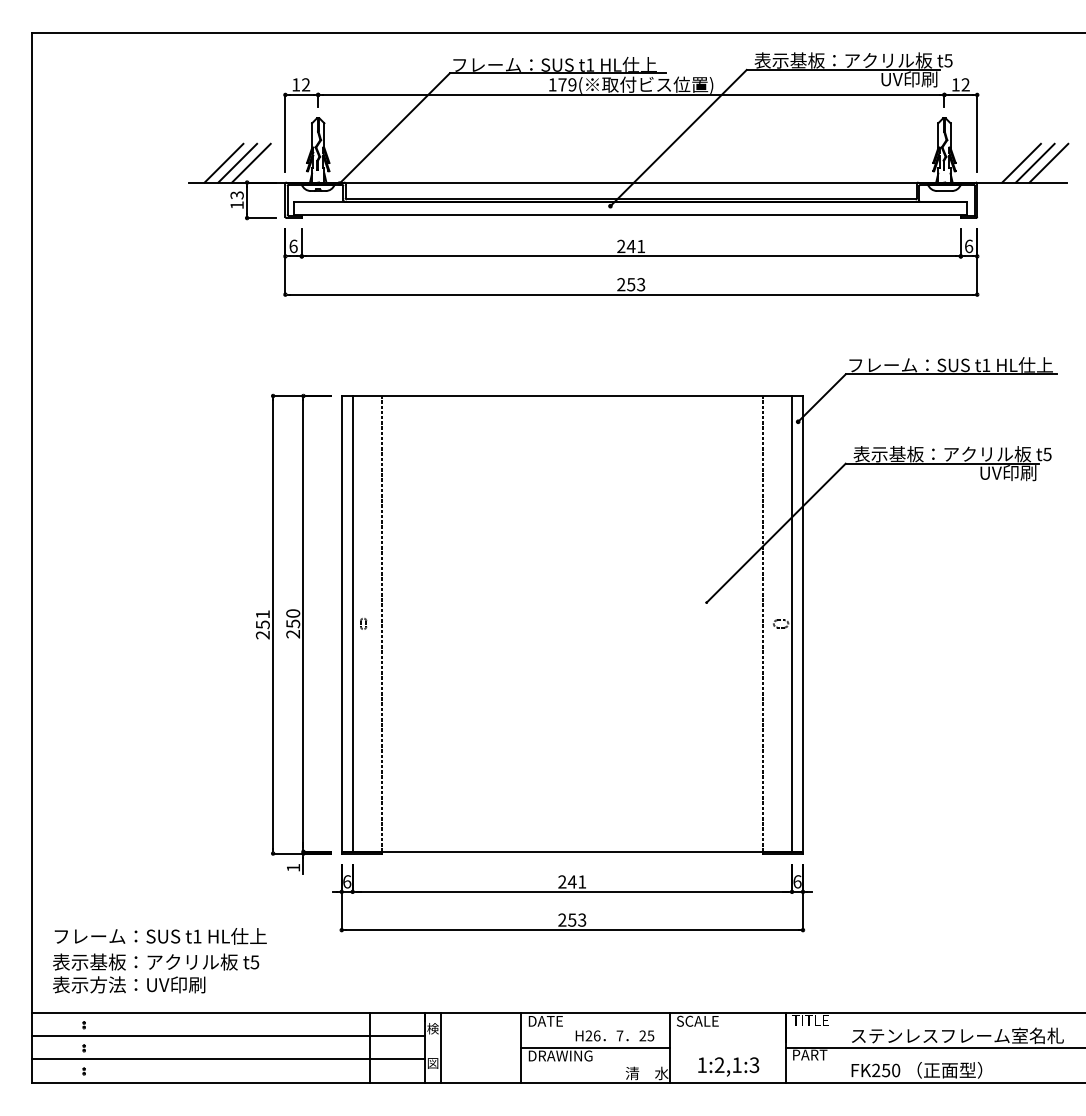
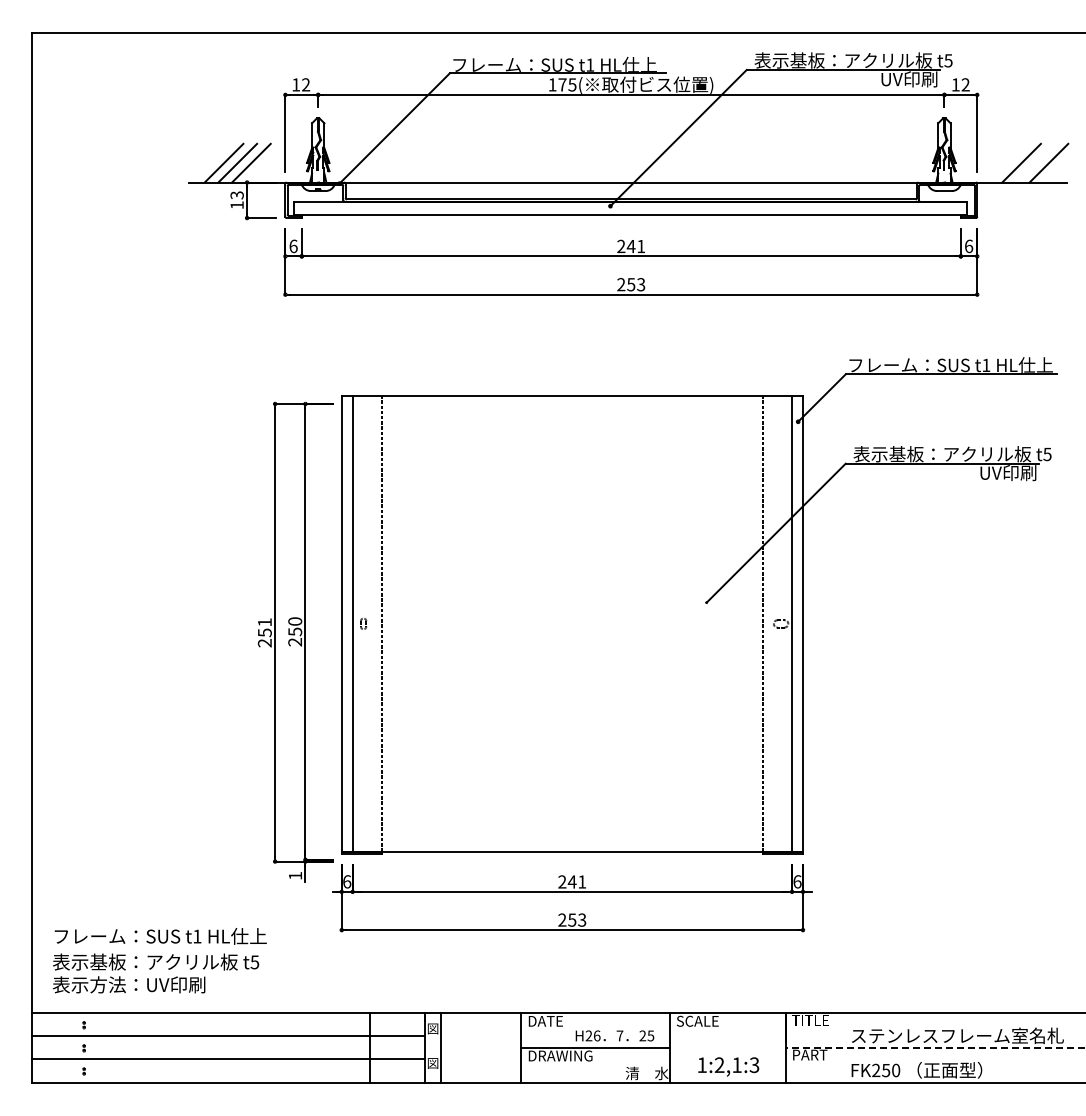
text at (572, 84): 179( -> 175(
line at (1034, 162): present -> none
part at (293, 633) position: (293, 633) -> (295, 641)
text at (432, 1028): 検 -> 図
line at (935, 1047): solid -> dashed
